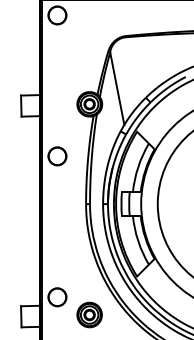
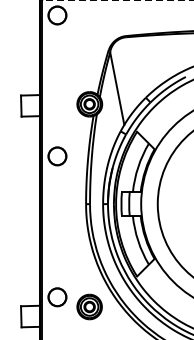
line at (118, 0): solid -> dashed
part at (89, 314) position: (89, 314) -> (89, 306)
